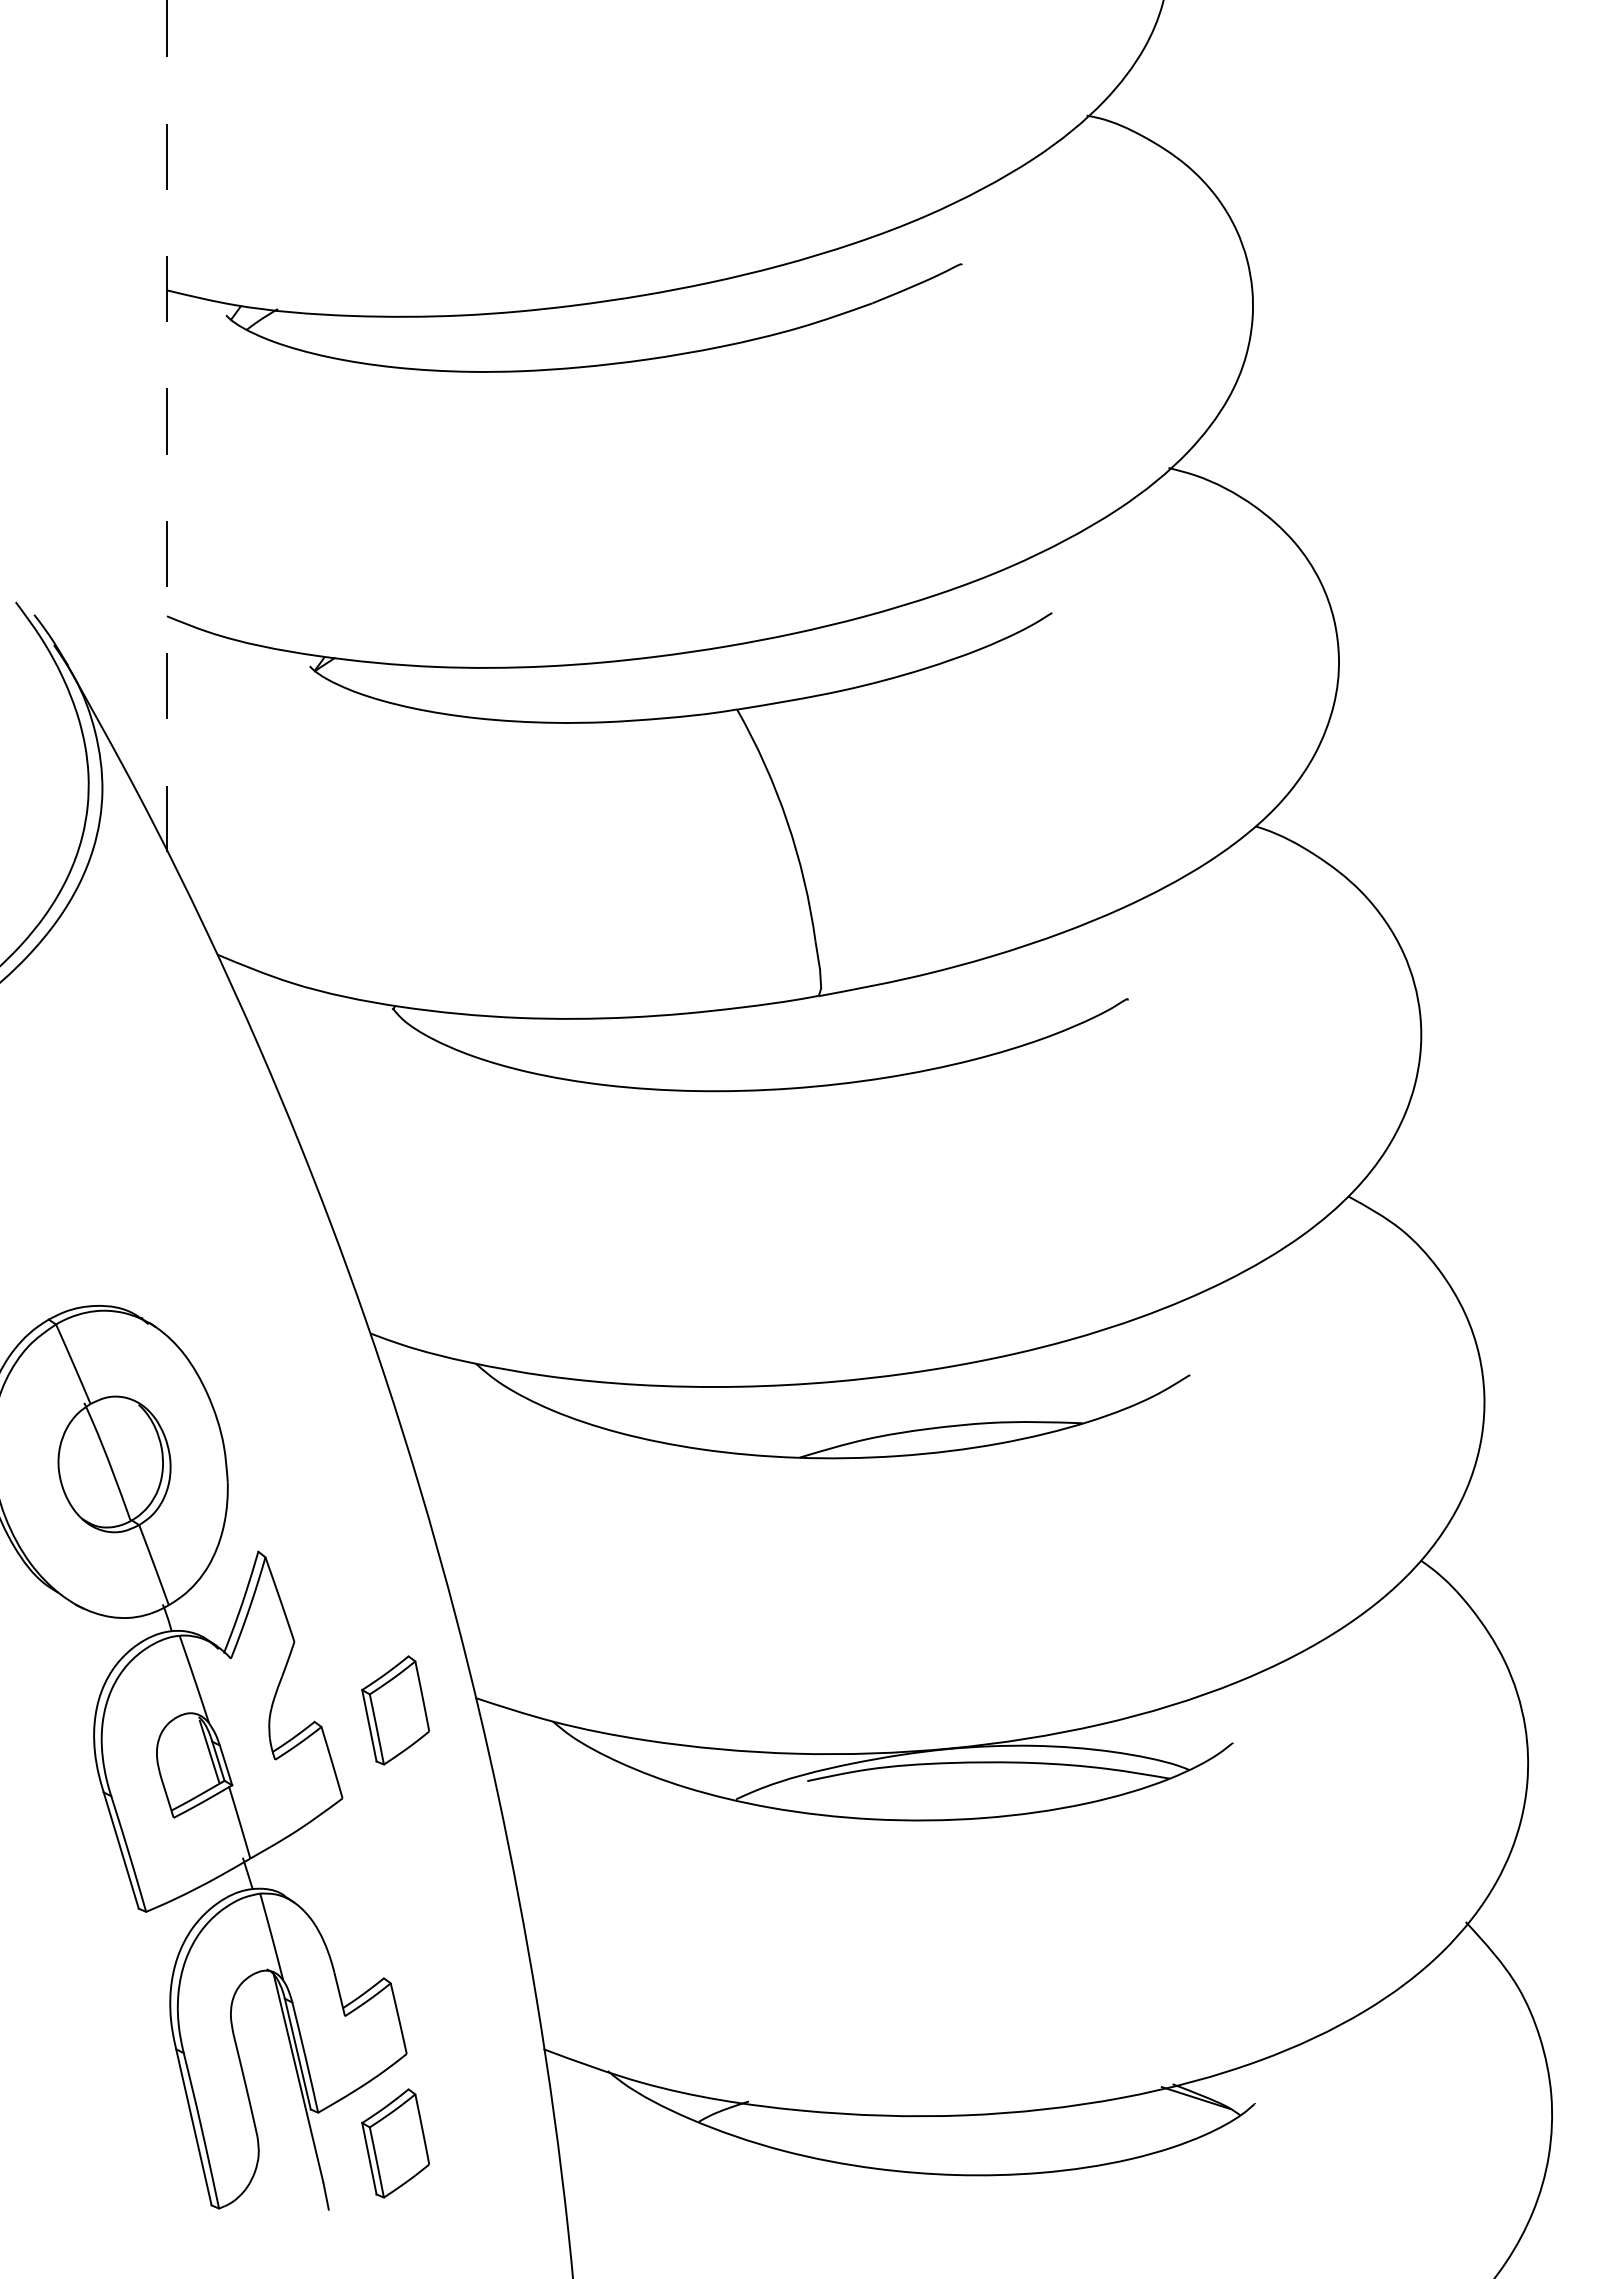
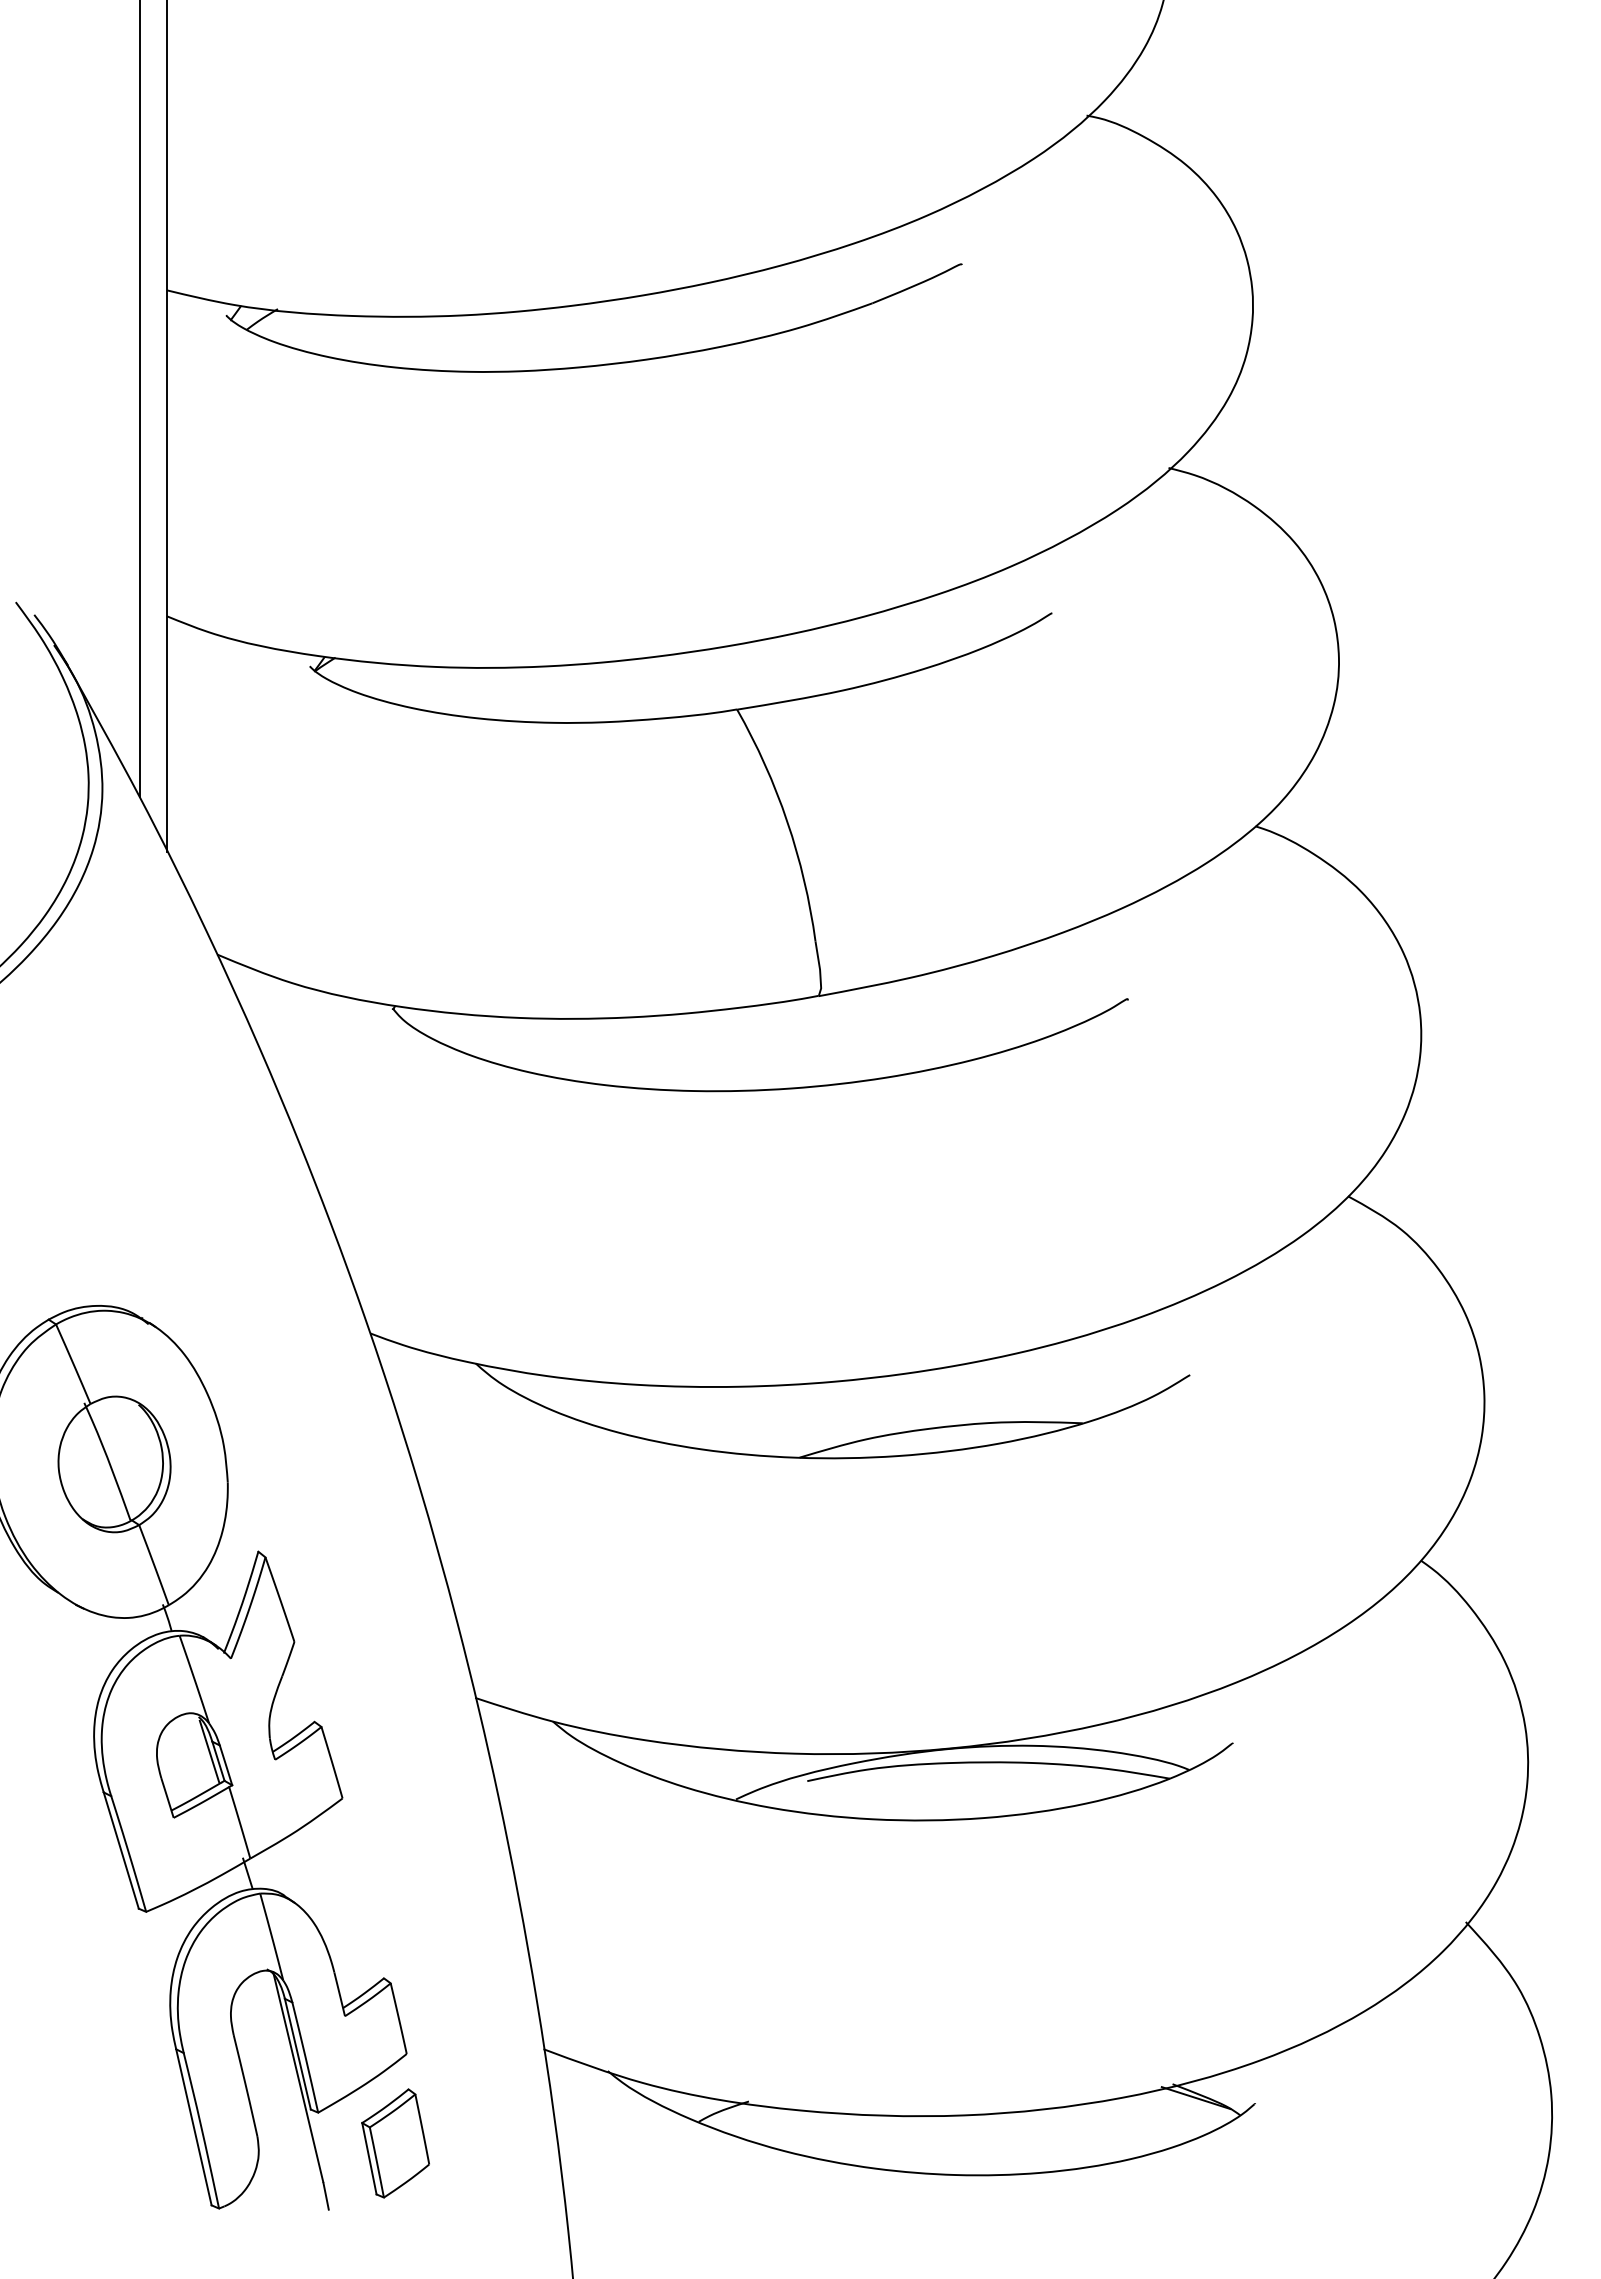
line at (139, 399): none -> present
line at (166, 425): dashed -> solid
part at (395, 1710): present -> none
